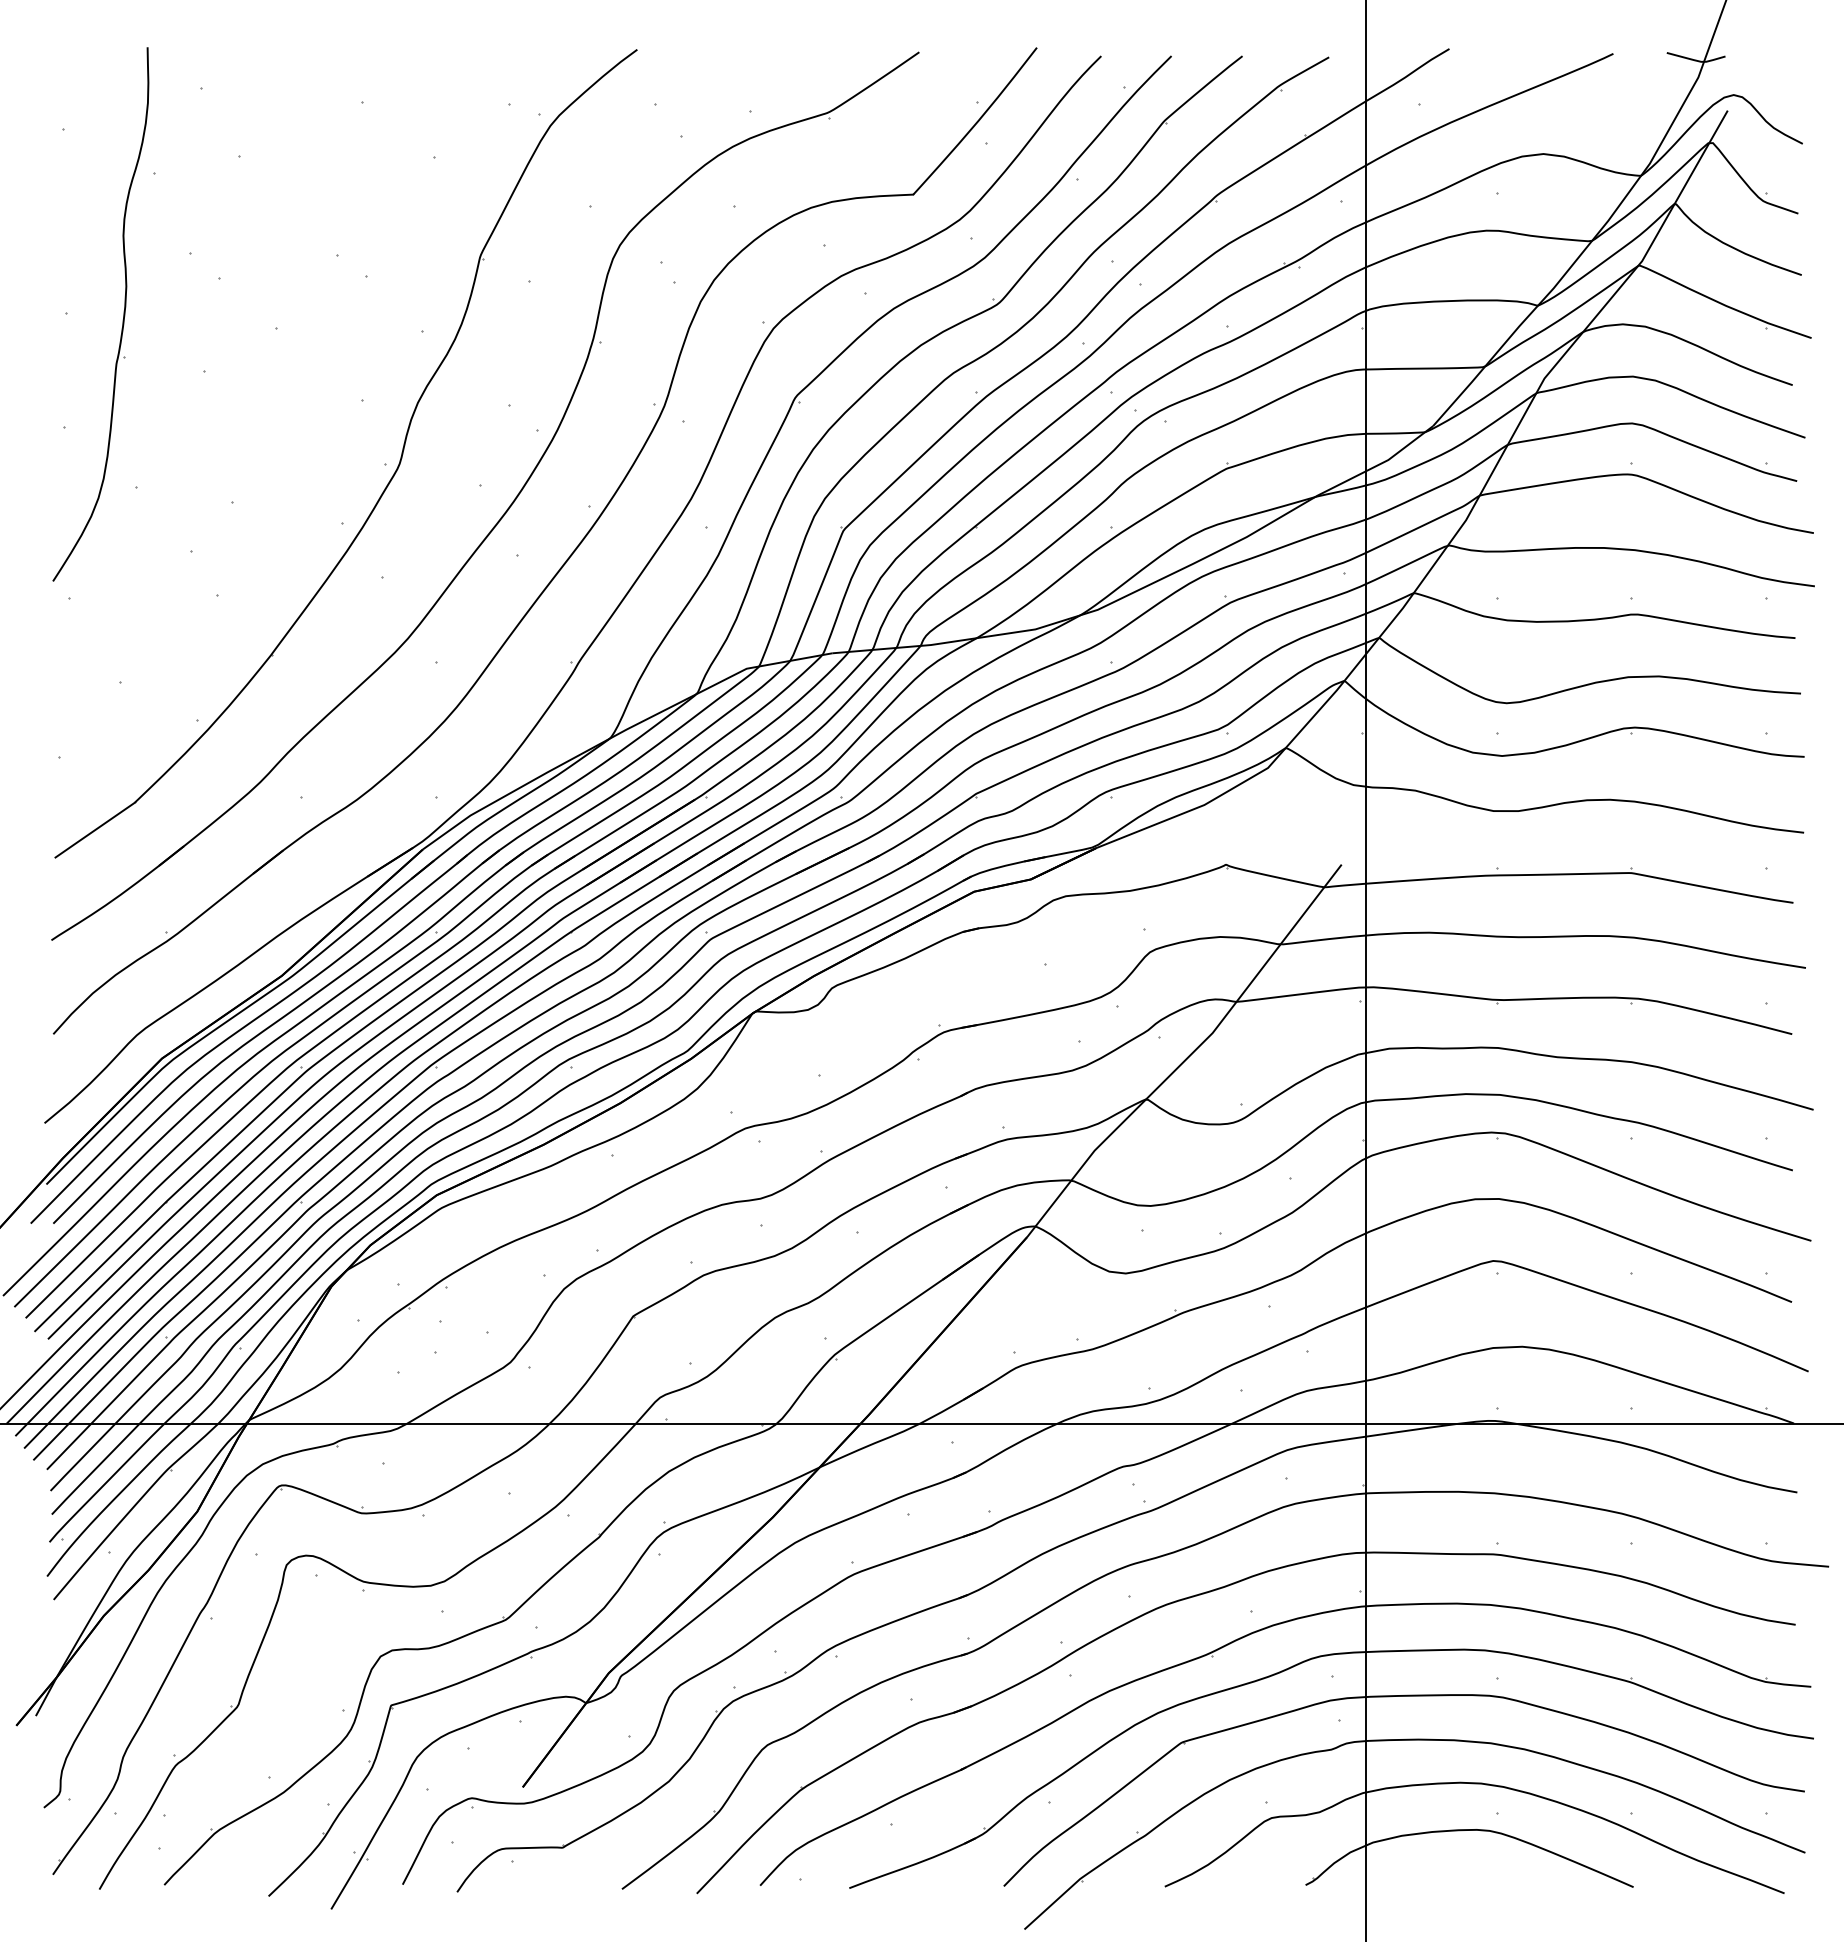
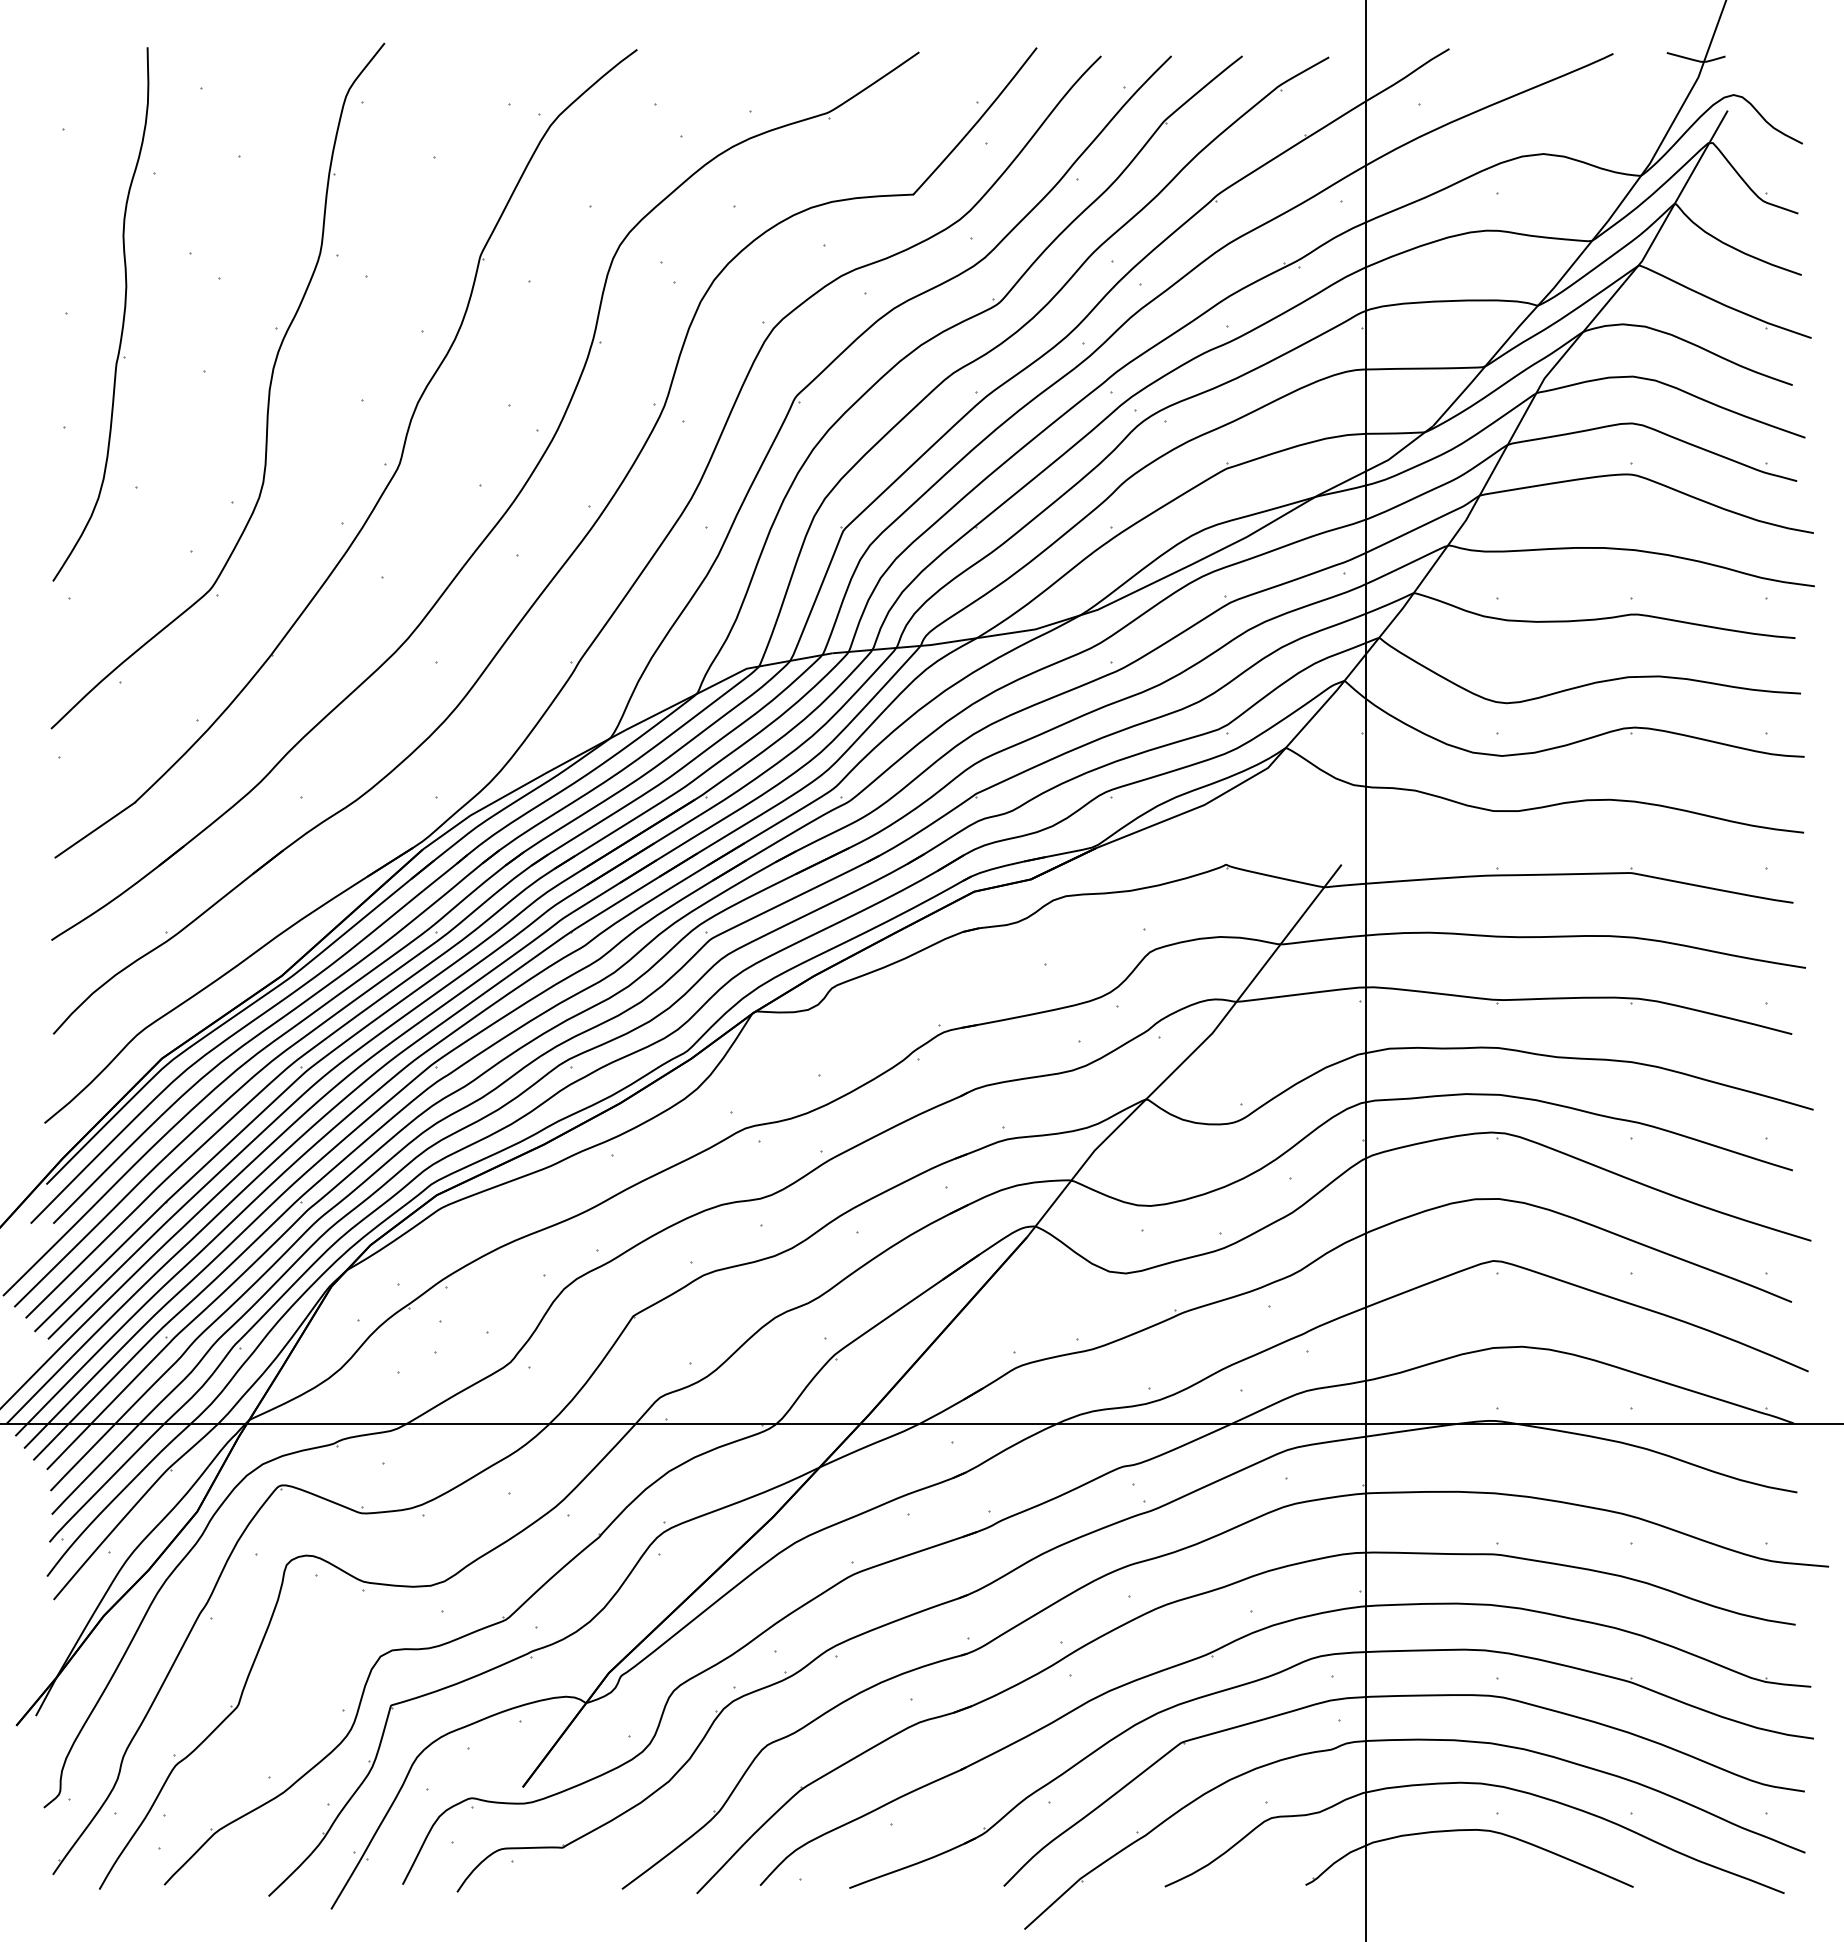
part at (268, 389): none -> present
